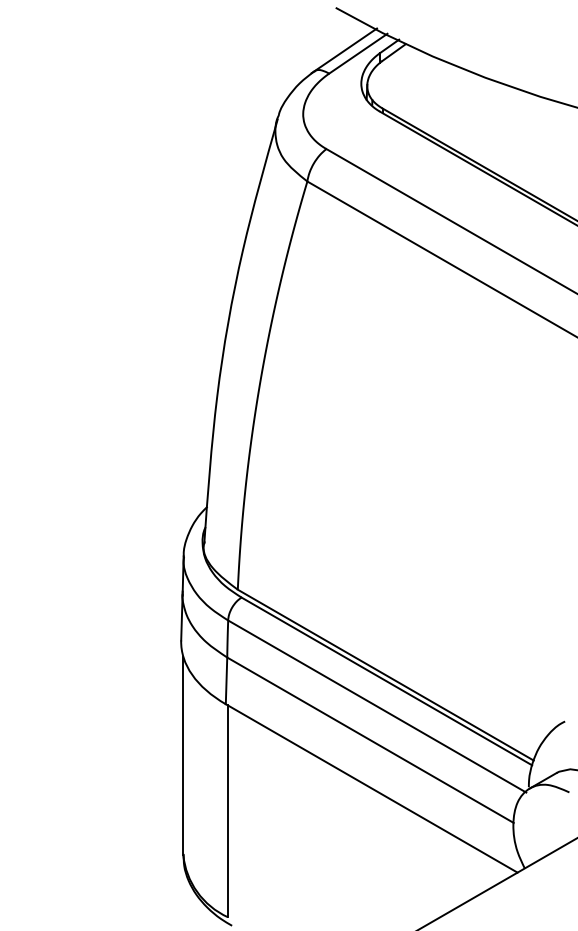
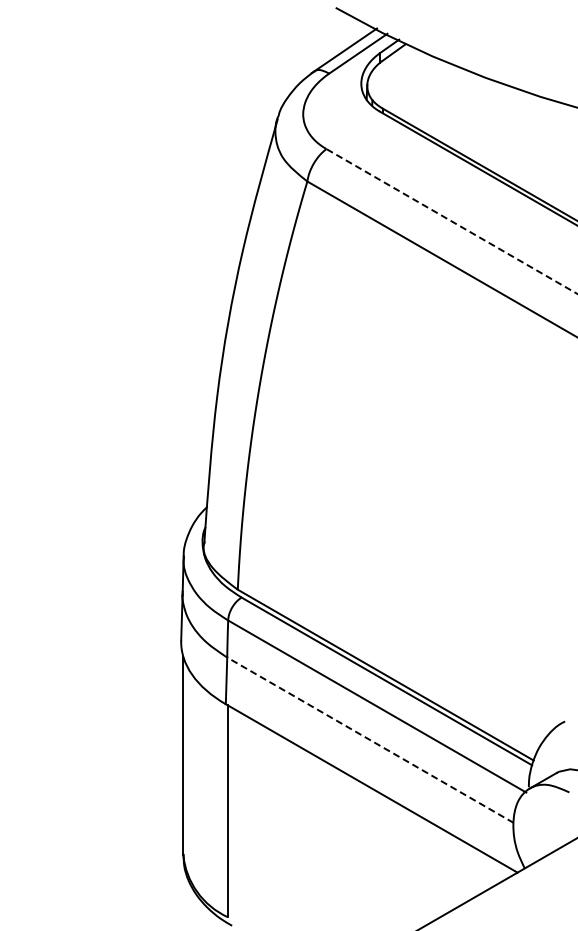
line at (451, 221): solid -> dashed
line at (370, 740): solid -> dashed
